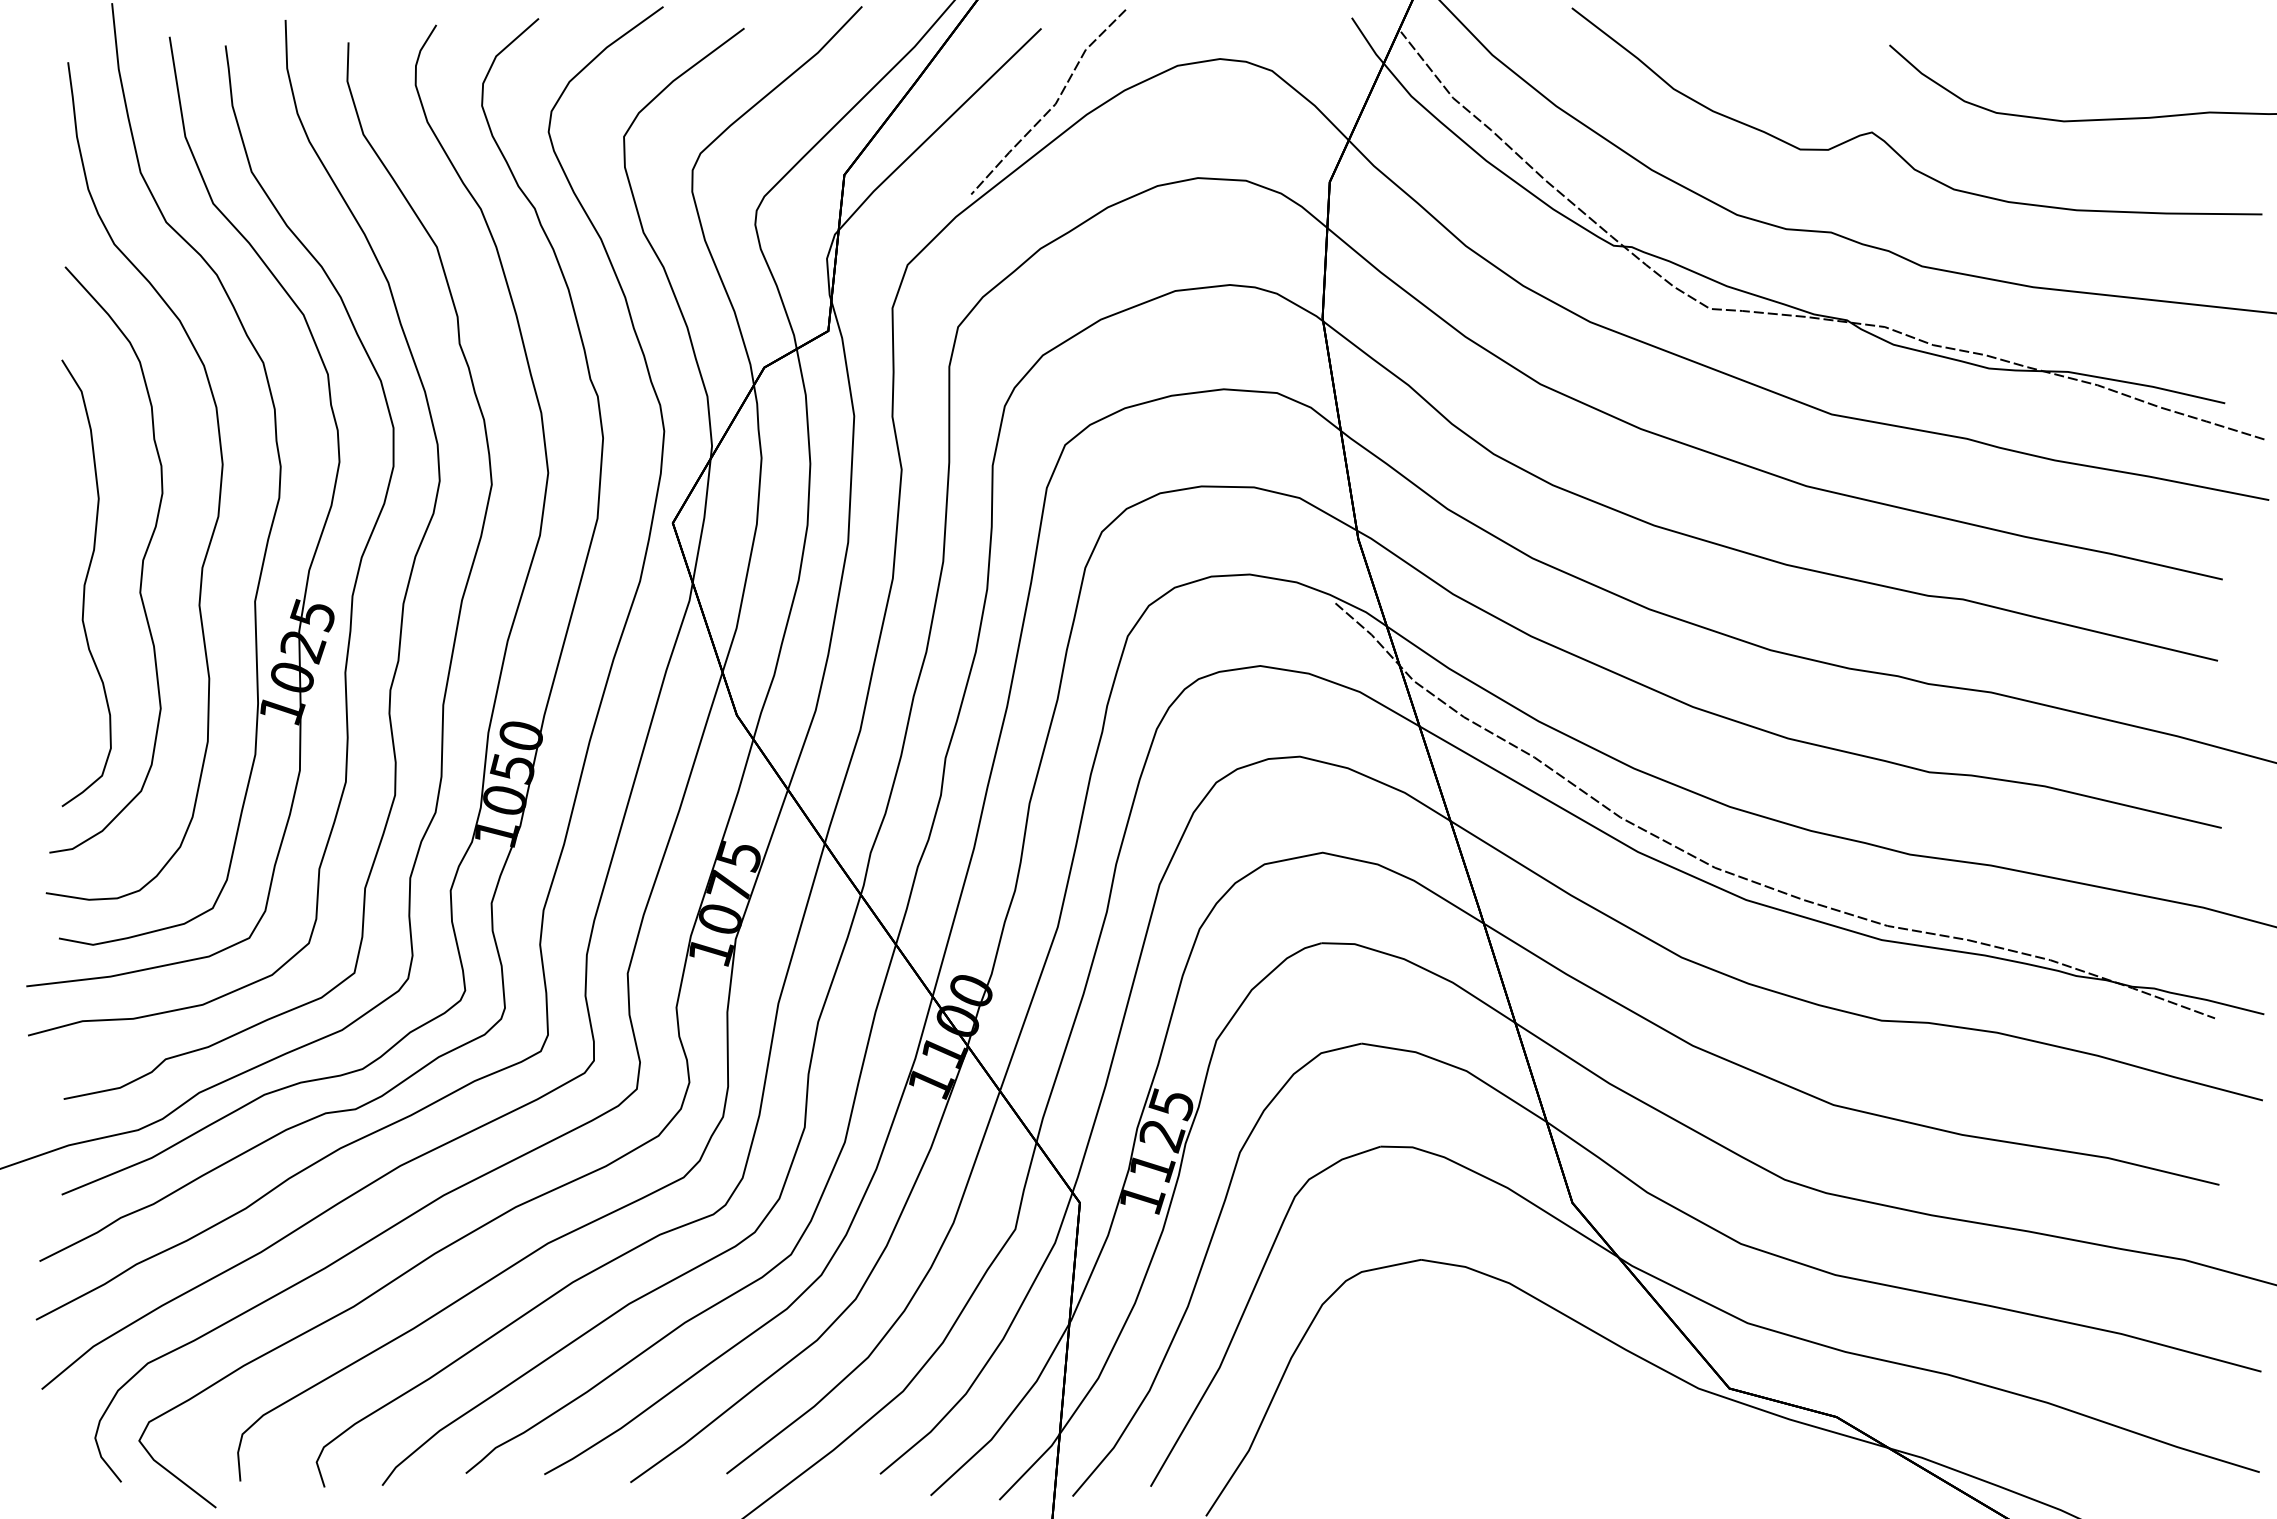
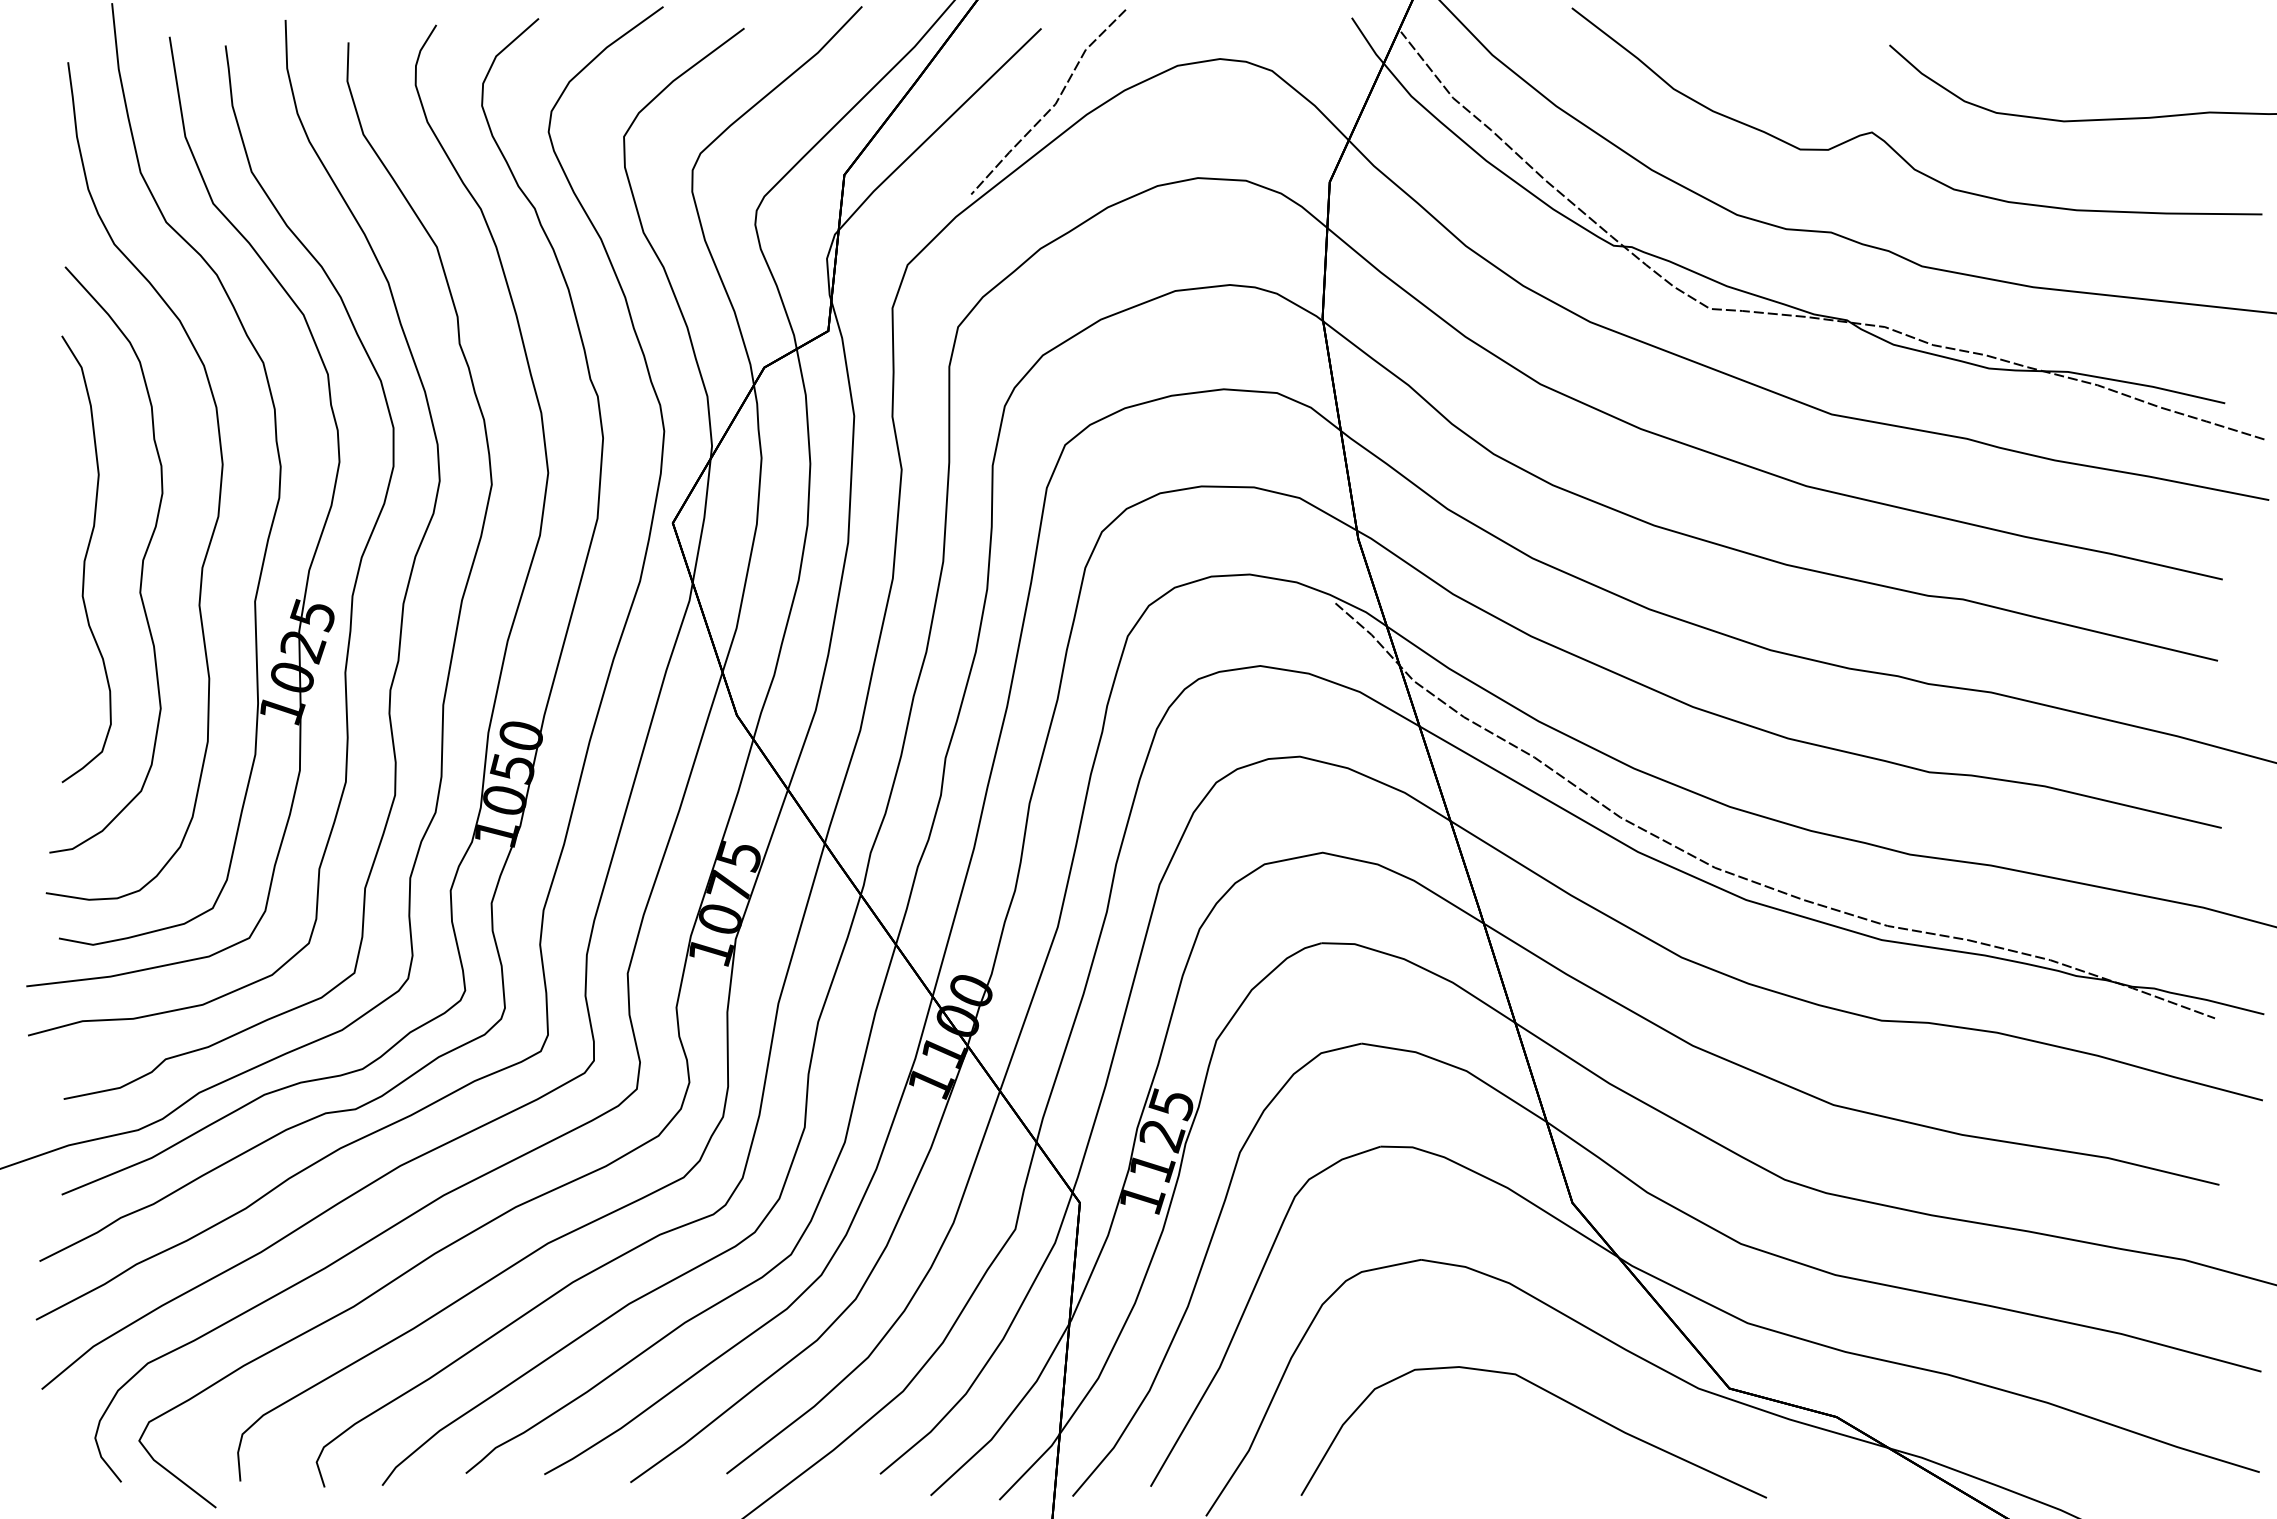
curve at (86, 582) position: (86, 582) -> (86, 558)
curve at (1552, 1395): none -> present
